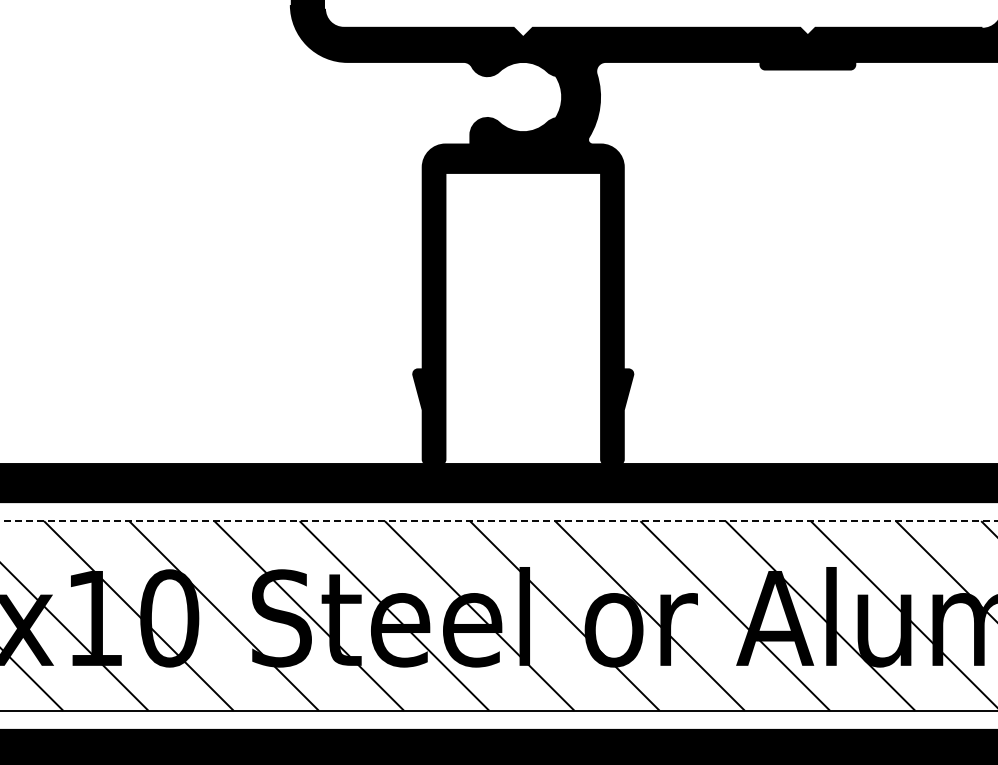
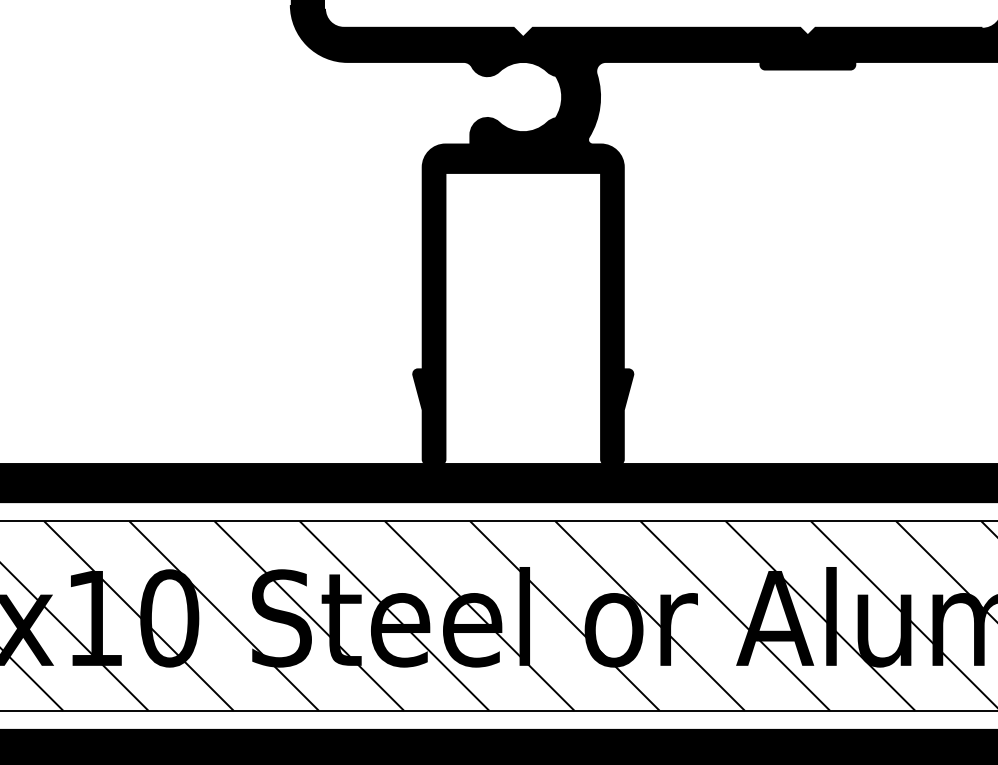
line at (498, 521): dashed -> solid
